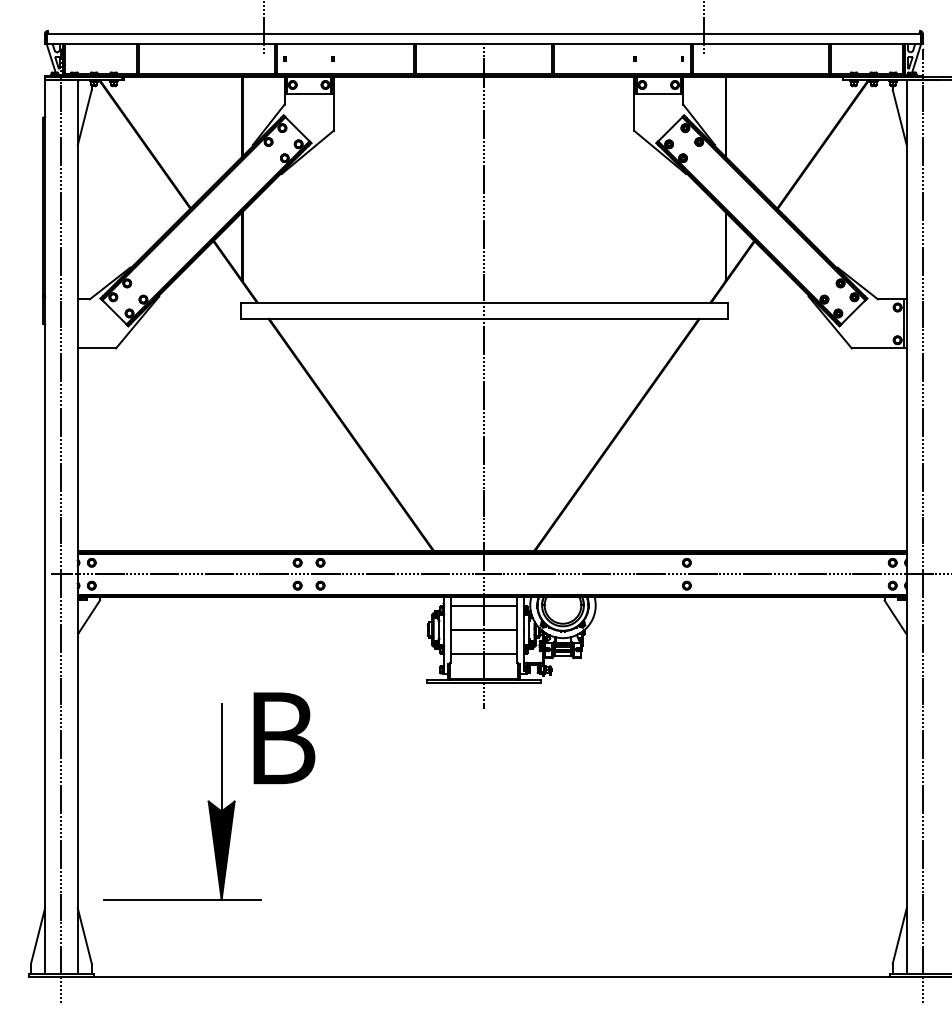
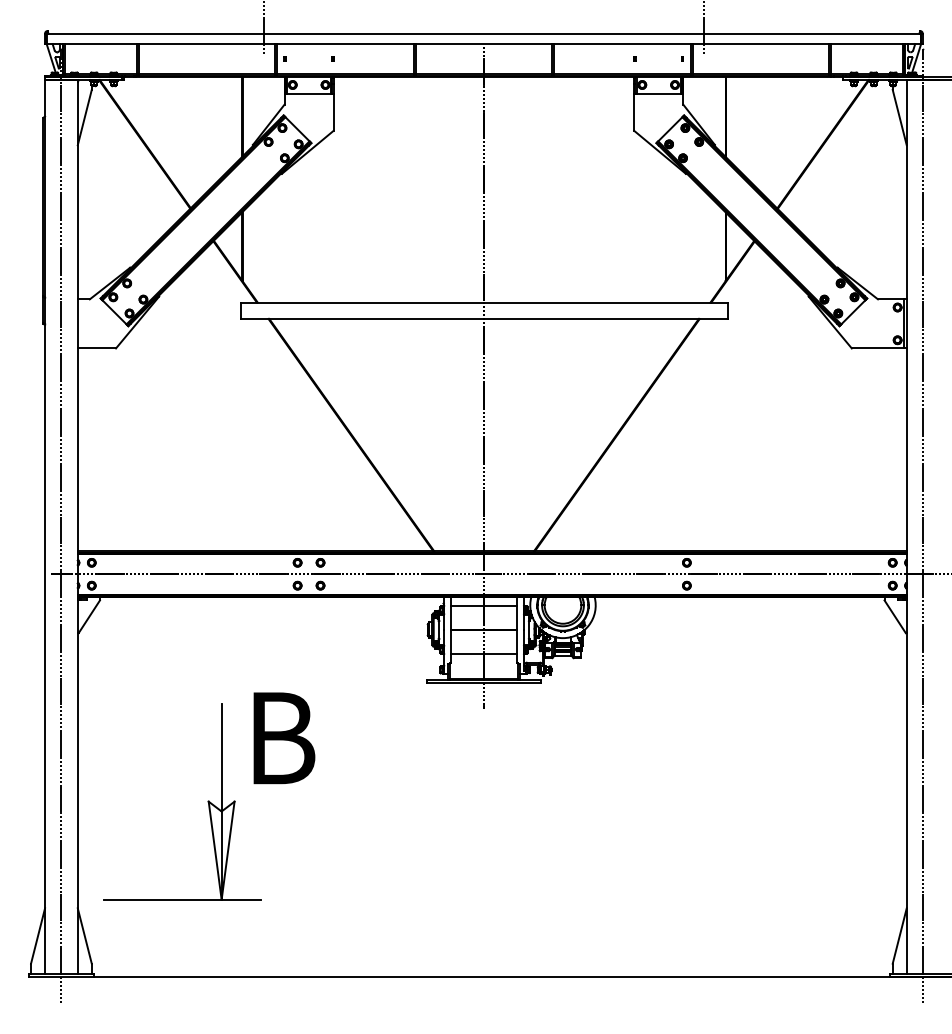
fill at (221, 850): present -> none
